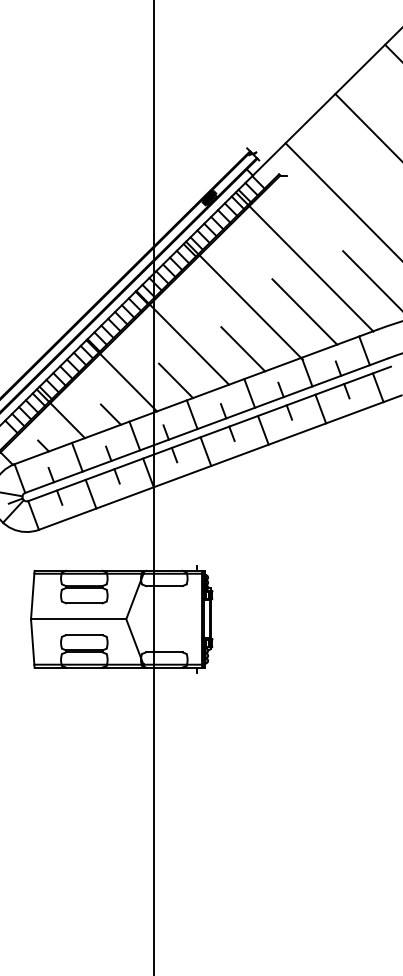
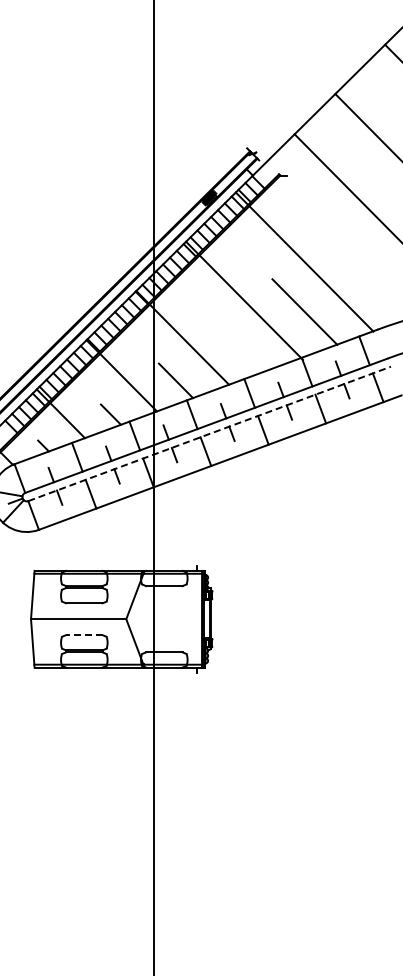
line at (342, 200) position: (342, 200) -> (346, 187)
line at (371, 279): present -> none
line at (243, 349): present -> none
line at (210, 433): solid -> dashed
line at (83, 635): solid -> dashed
